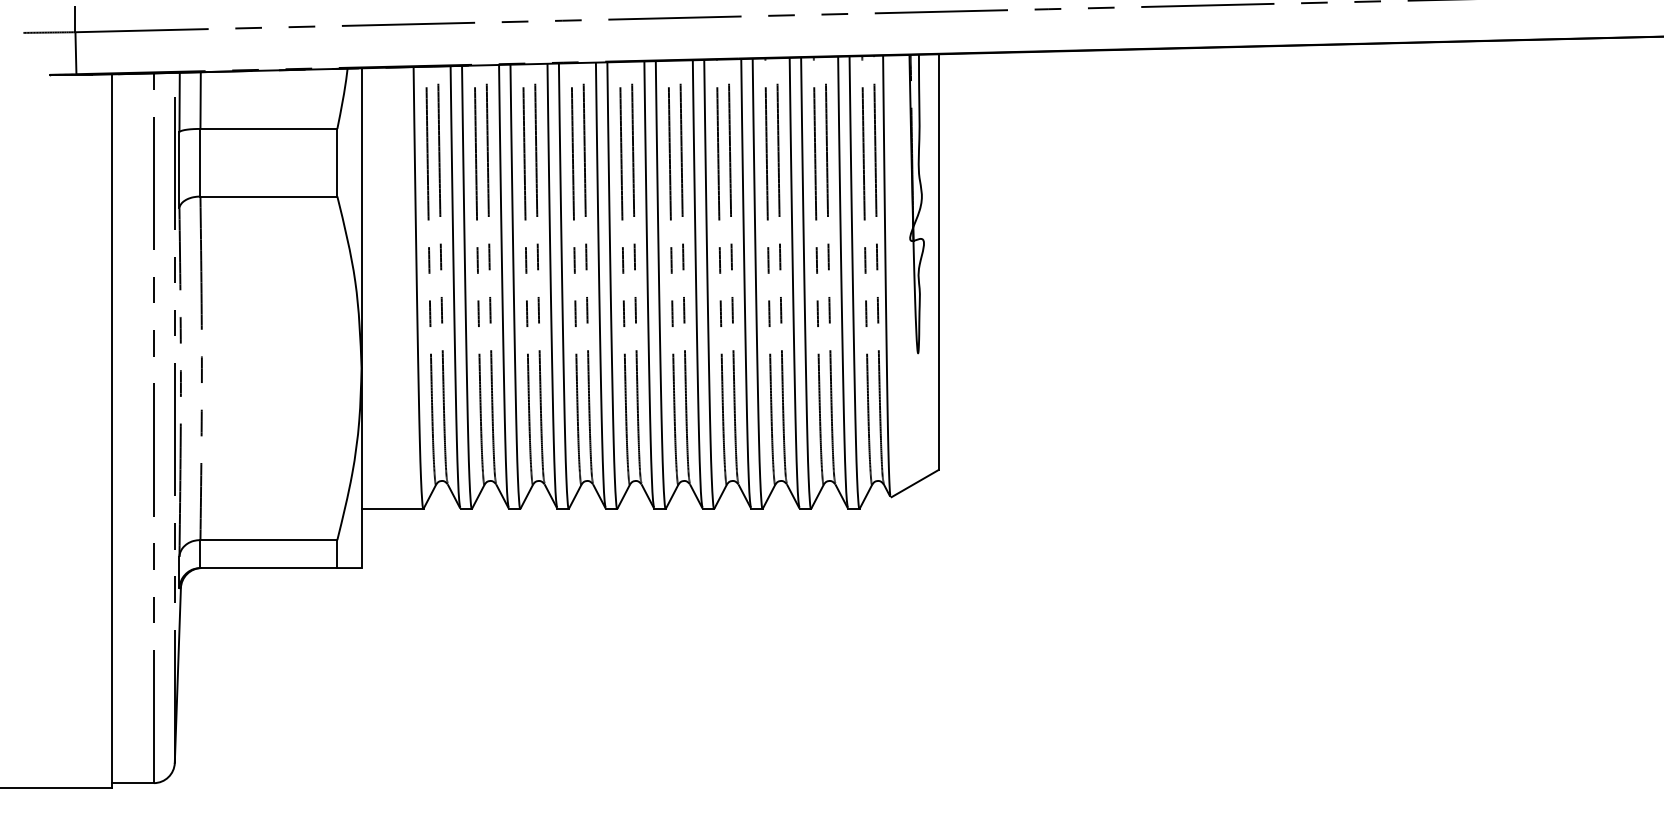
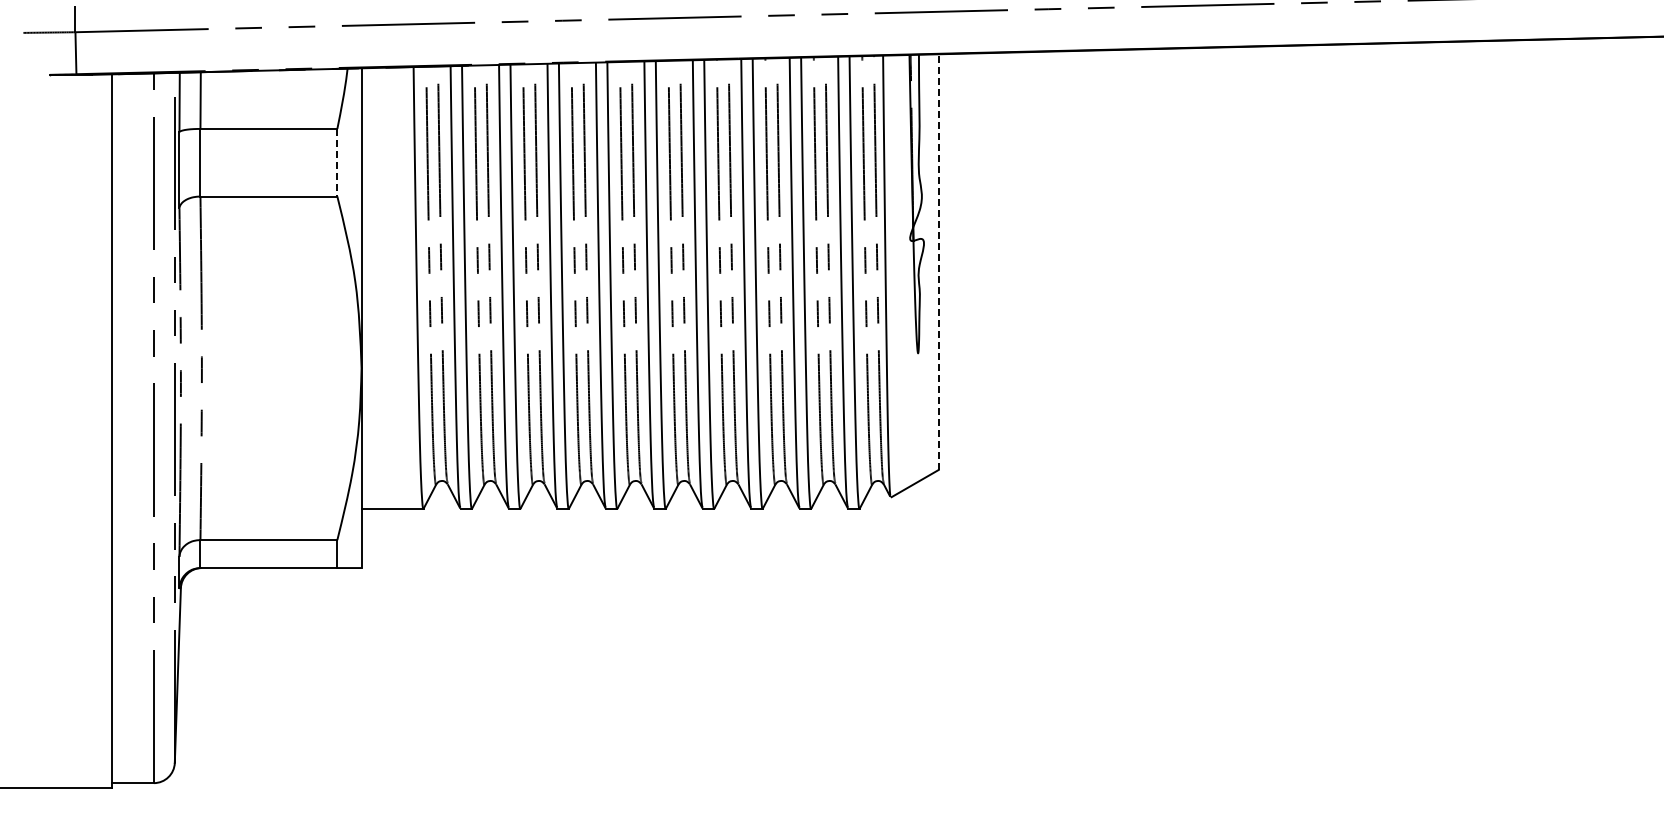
line at (337, 162): solid -> dashed
line at (938, 262): solid -> dashed
